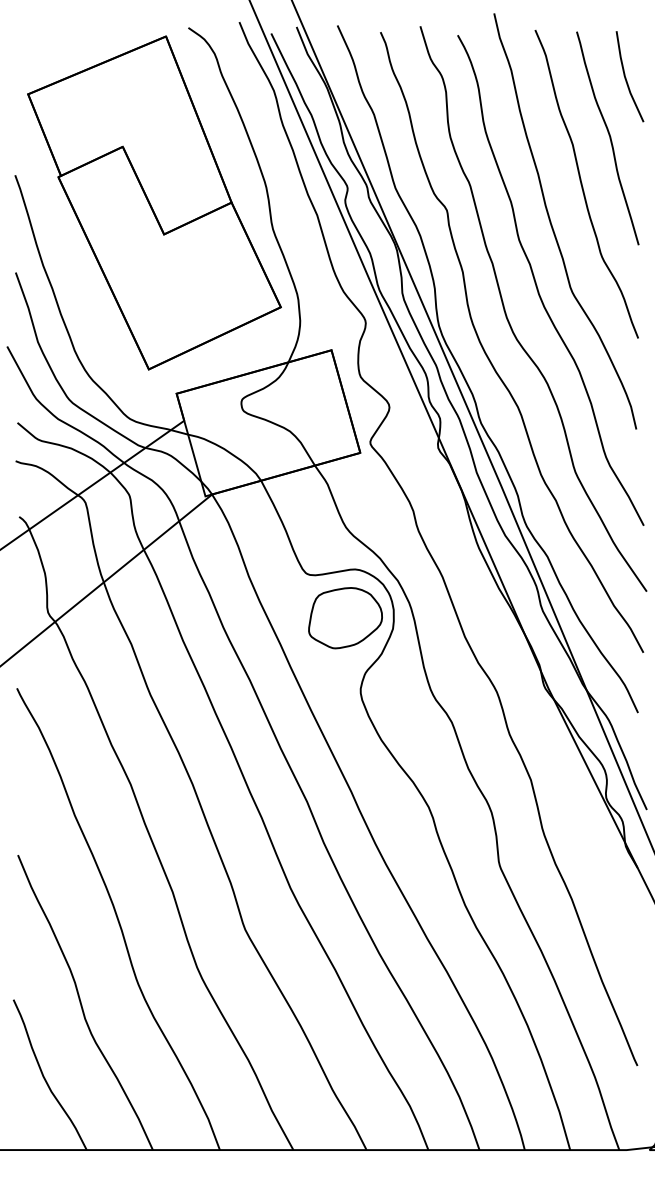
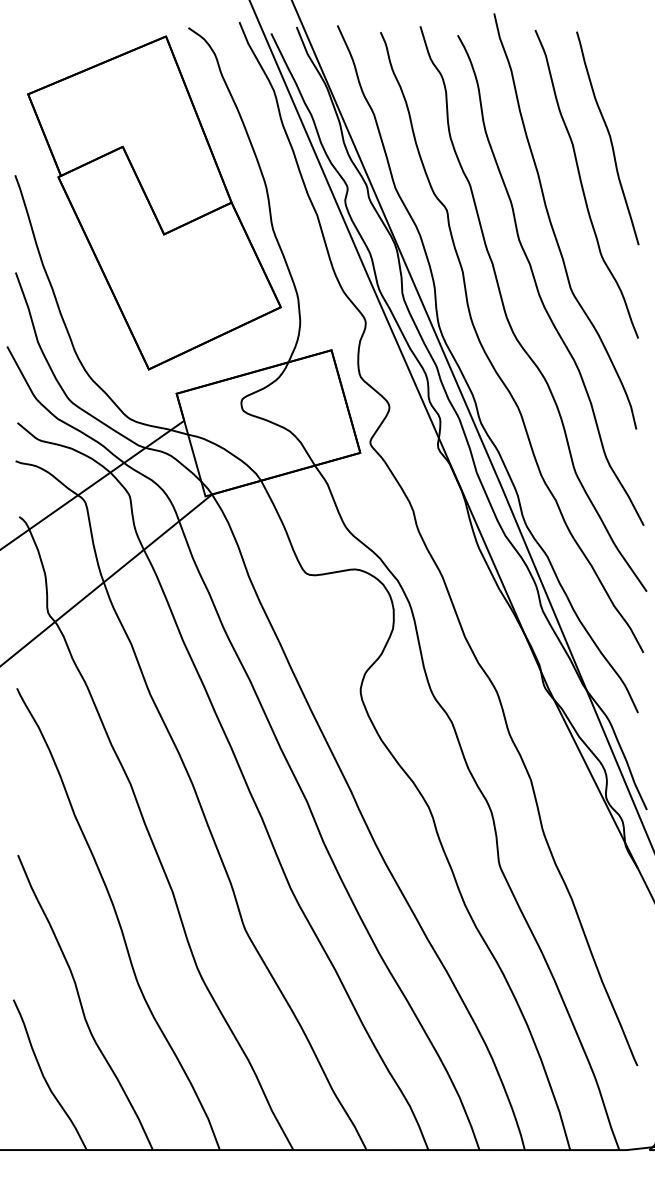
line at (626, 77): present -> none
part at (345, 618): present -> none
